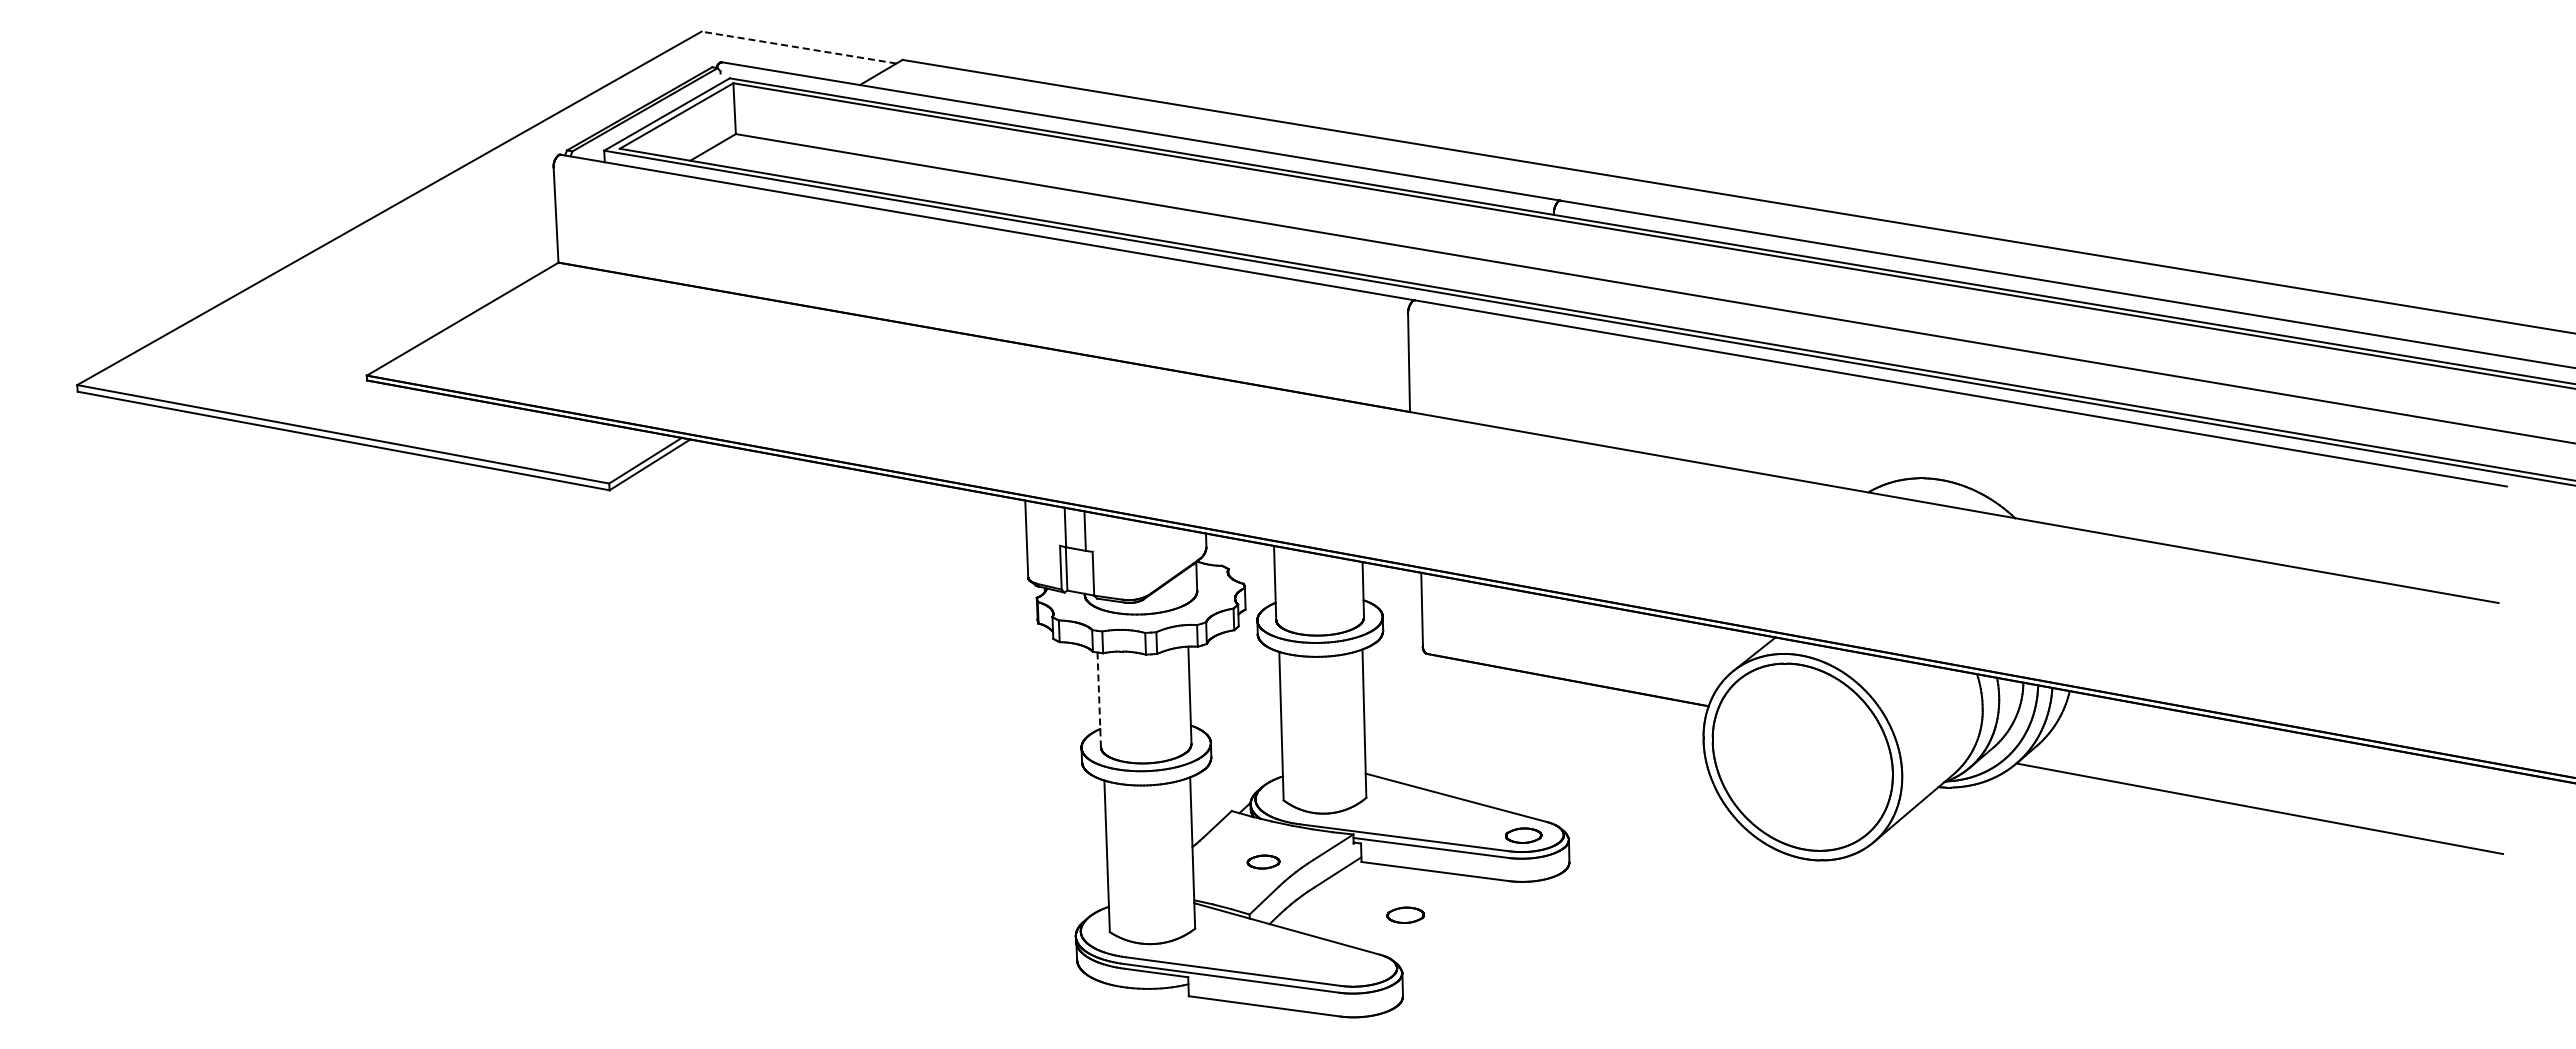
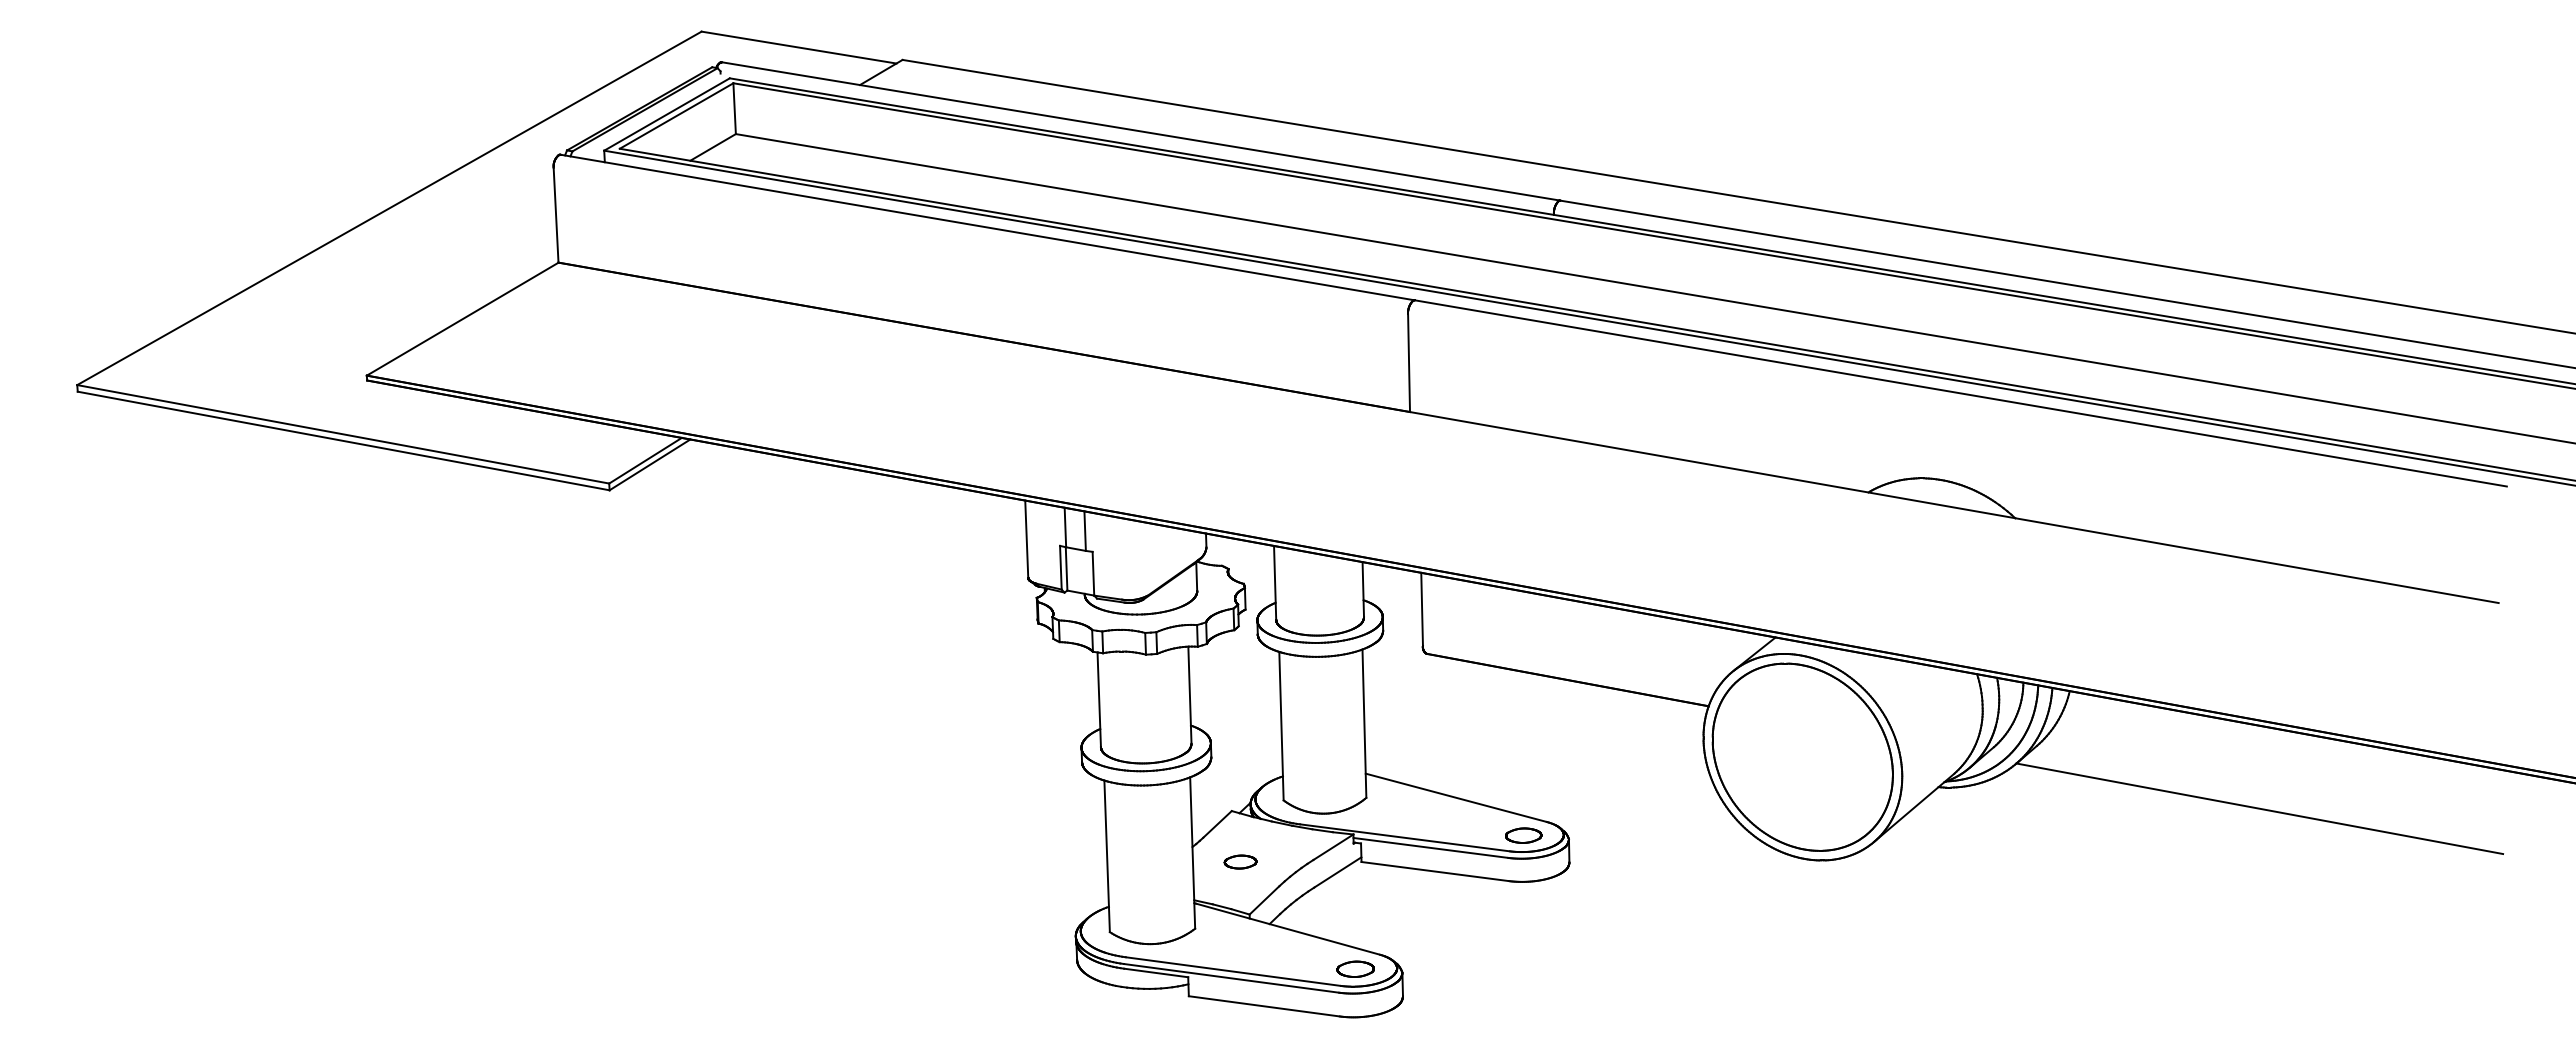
line at (799, 47): dashed -> solid
line at (1099, 700): dashed -> solid
part at (1263, 861) position: (1263, 861) -> (1240, 861)
part at (1405, 914) position: (1405, 914) -> (1355, 968)
